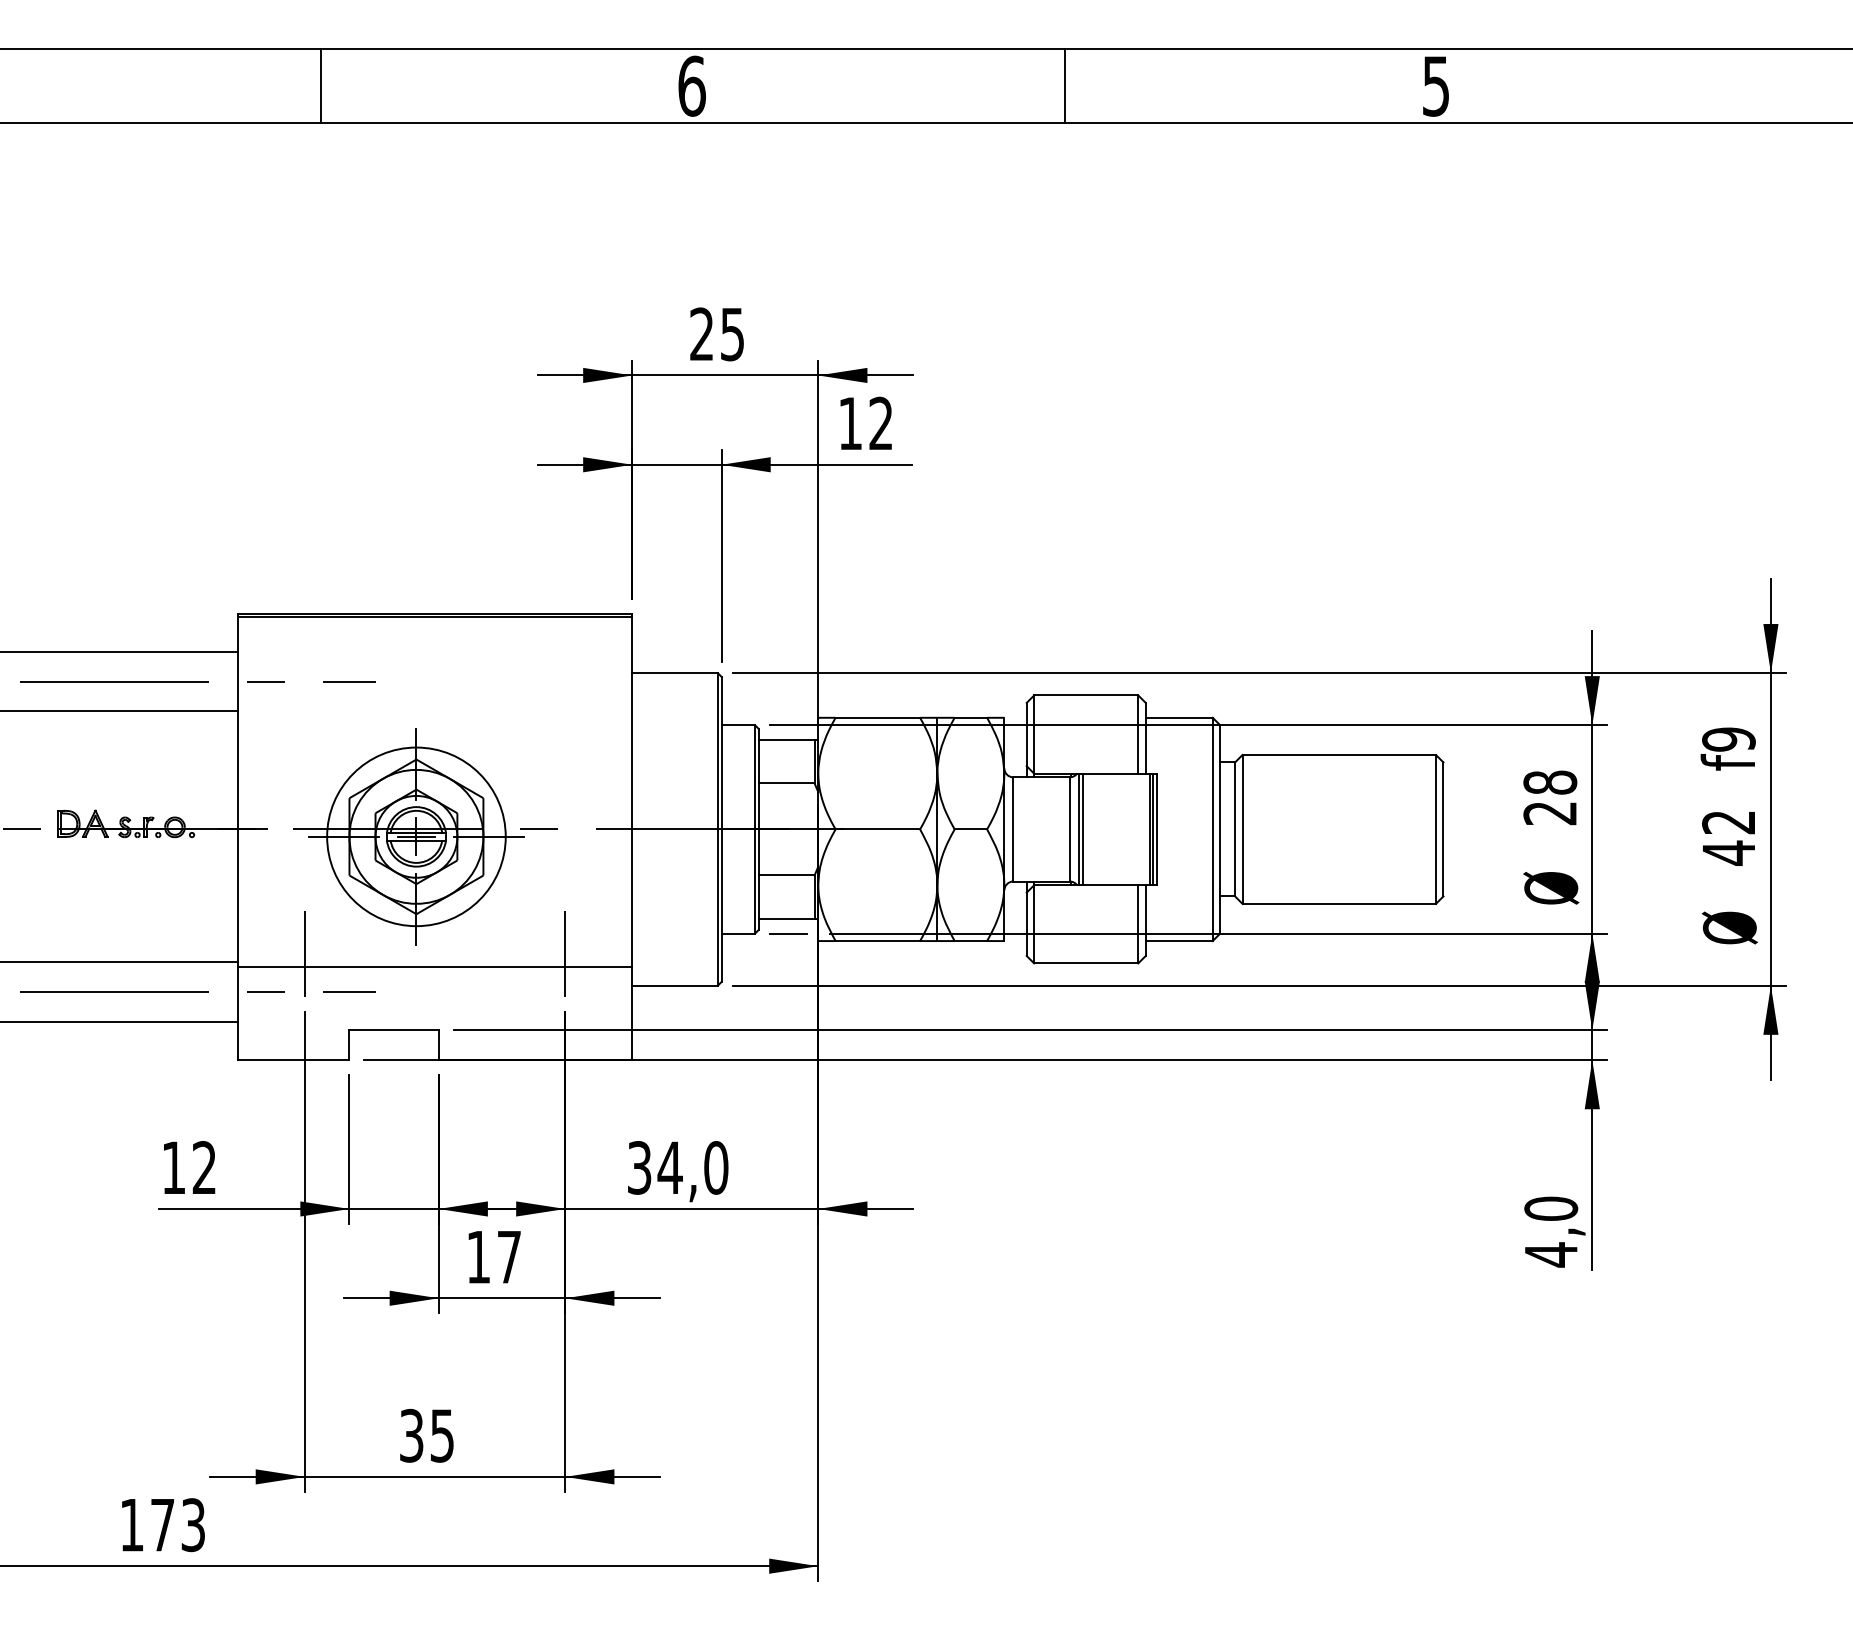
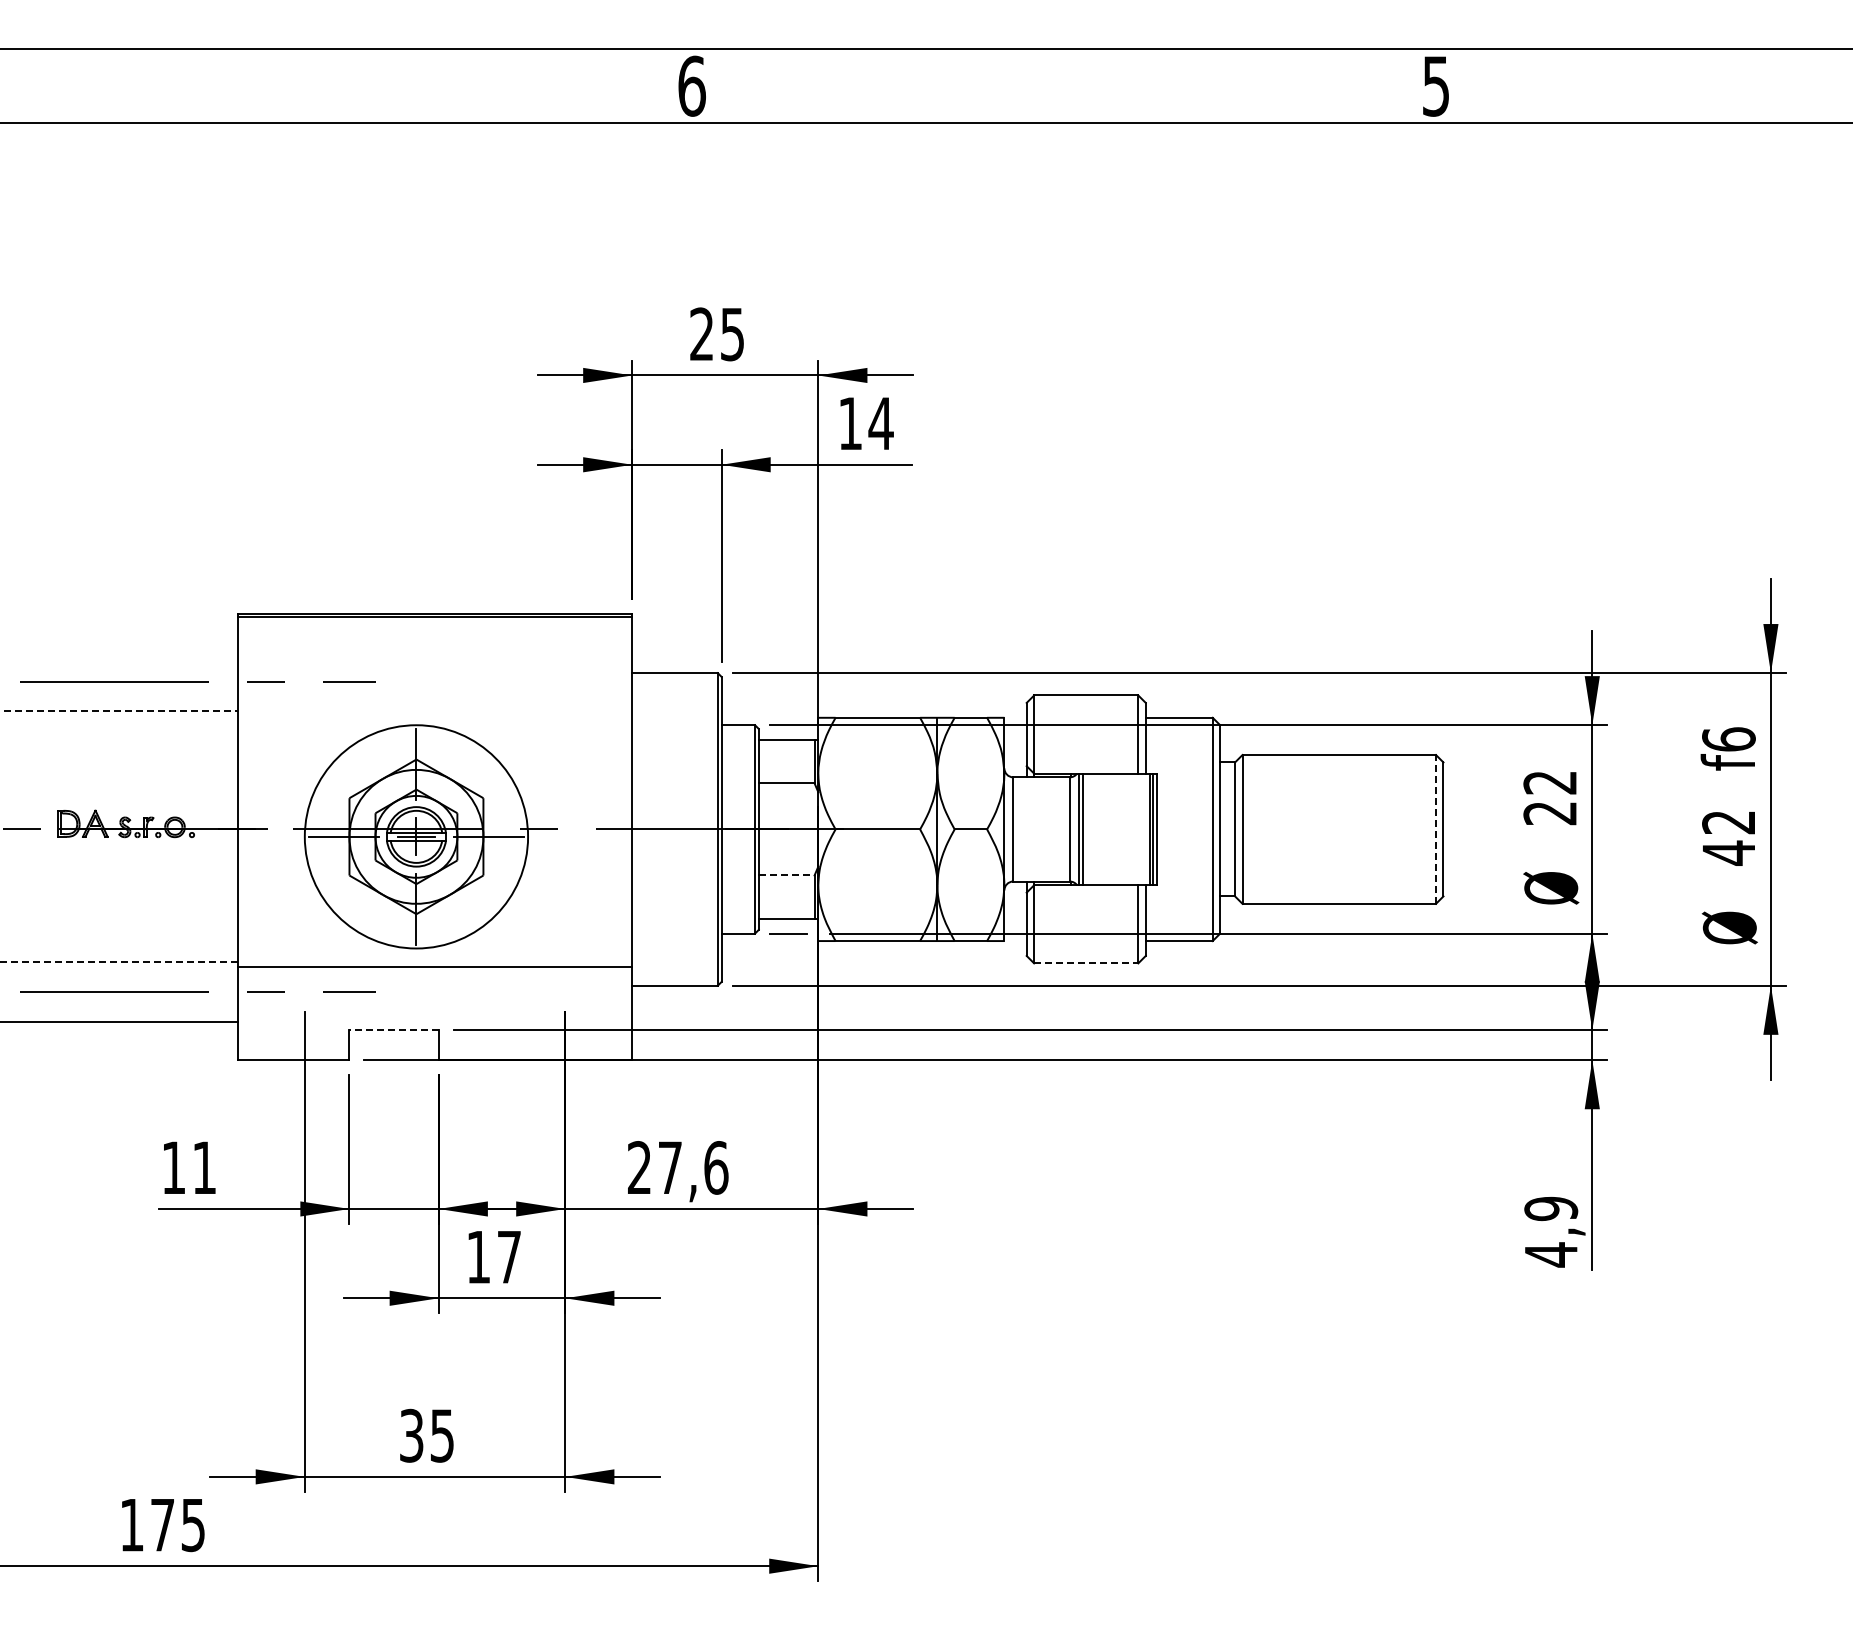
line at (320, 85): present -> none
line at (1064, 85): present -> none
text at (880, 422): 12 -> 14
line at (119, 651): present -> none
line at (118, 711): solid -> dashed
text at (1728, 739): f9 -> f6
text at (1550, 782): 28 -> 22
line at (1436, 828): solid -> dashed
circle at (416, 836) diameter: 179 px -> 223 px
line at (786, 875): solid -> dashed
line at (304, 953): present -> none
line at (565, 953): present -> none
line at (118, 962): solid -> dashed
line at (1086, 963): solid -> dashed
line at (394, 1030): solid -> dashed
text at (203, 1167): 12 -> 11
text at (678, 1167): 34,0 -> 27,6
text at (1551, 1208): 4,0 -> 4,9
text at (193, 1524): 173 -> 175
